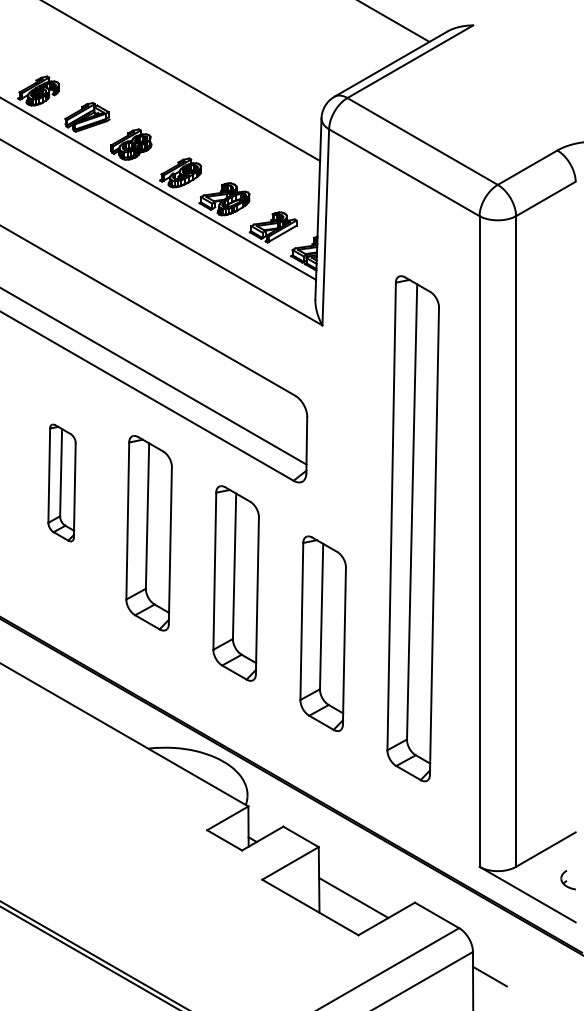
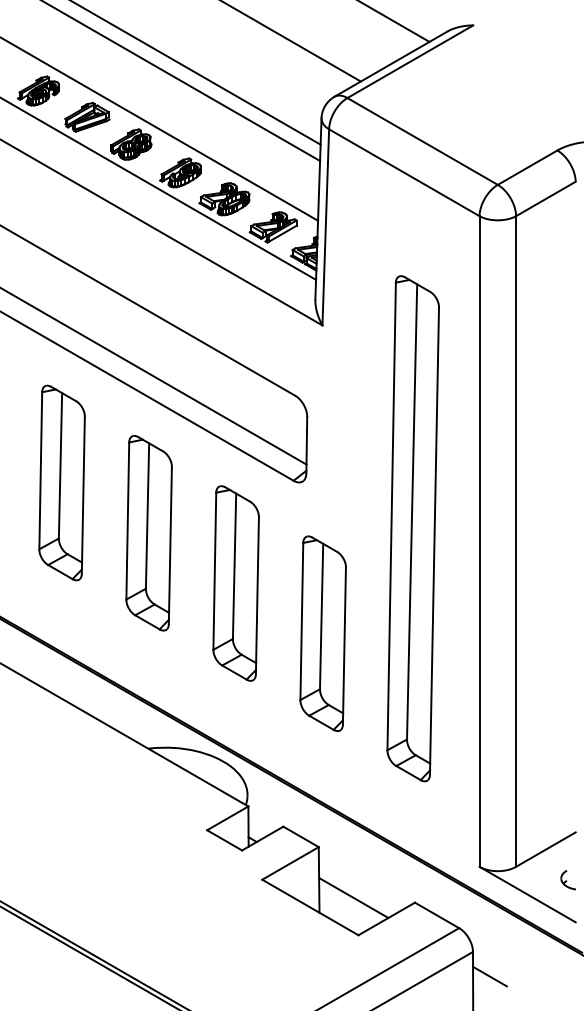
line at (291, 41): none -> present
line at (196, 73): none -> present
line at (160, 129): none -> present
part at (61, 482) size: 30x120 px -> 48x198 px
